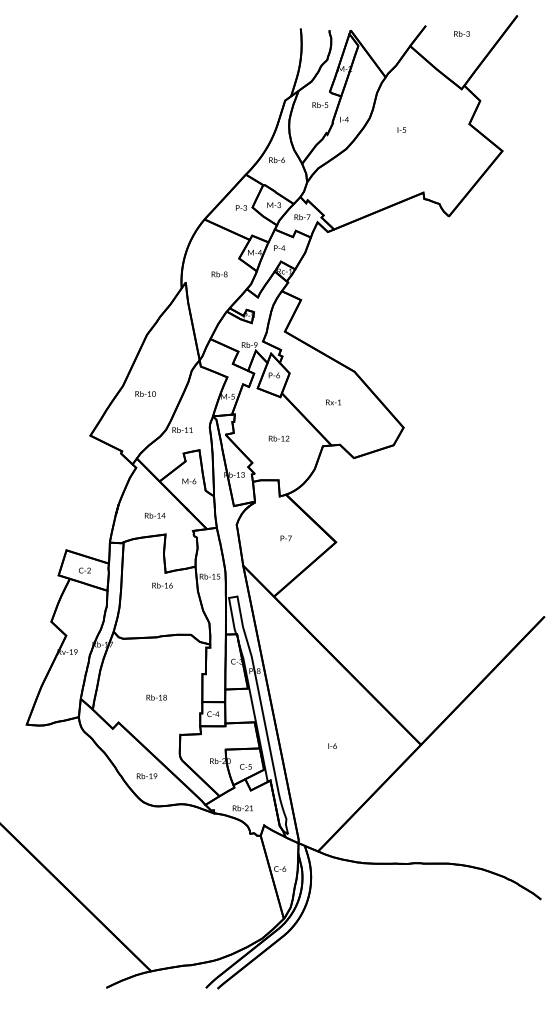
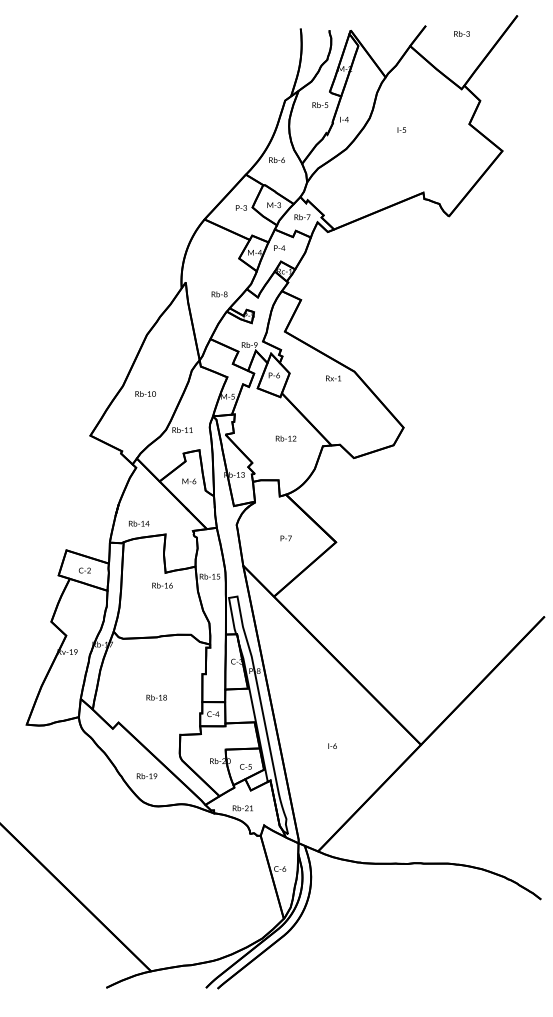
text at (219, 274) position: (219, 274) -> (219, 294)
text at (333, 402) position: (333, 402) -> (333, 378)
text at (278, 438) position: (278, 438) -> (285, 438)
text at (155, 515) position: (155, 515) -> (139, 523)
